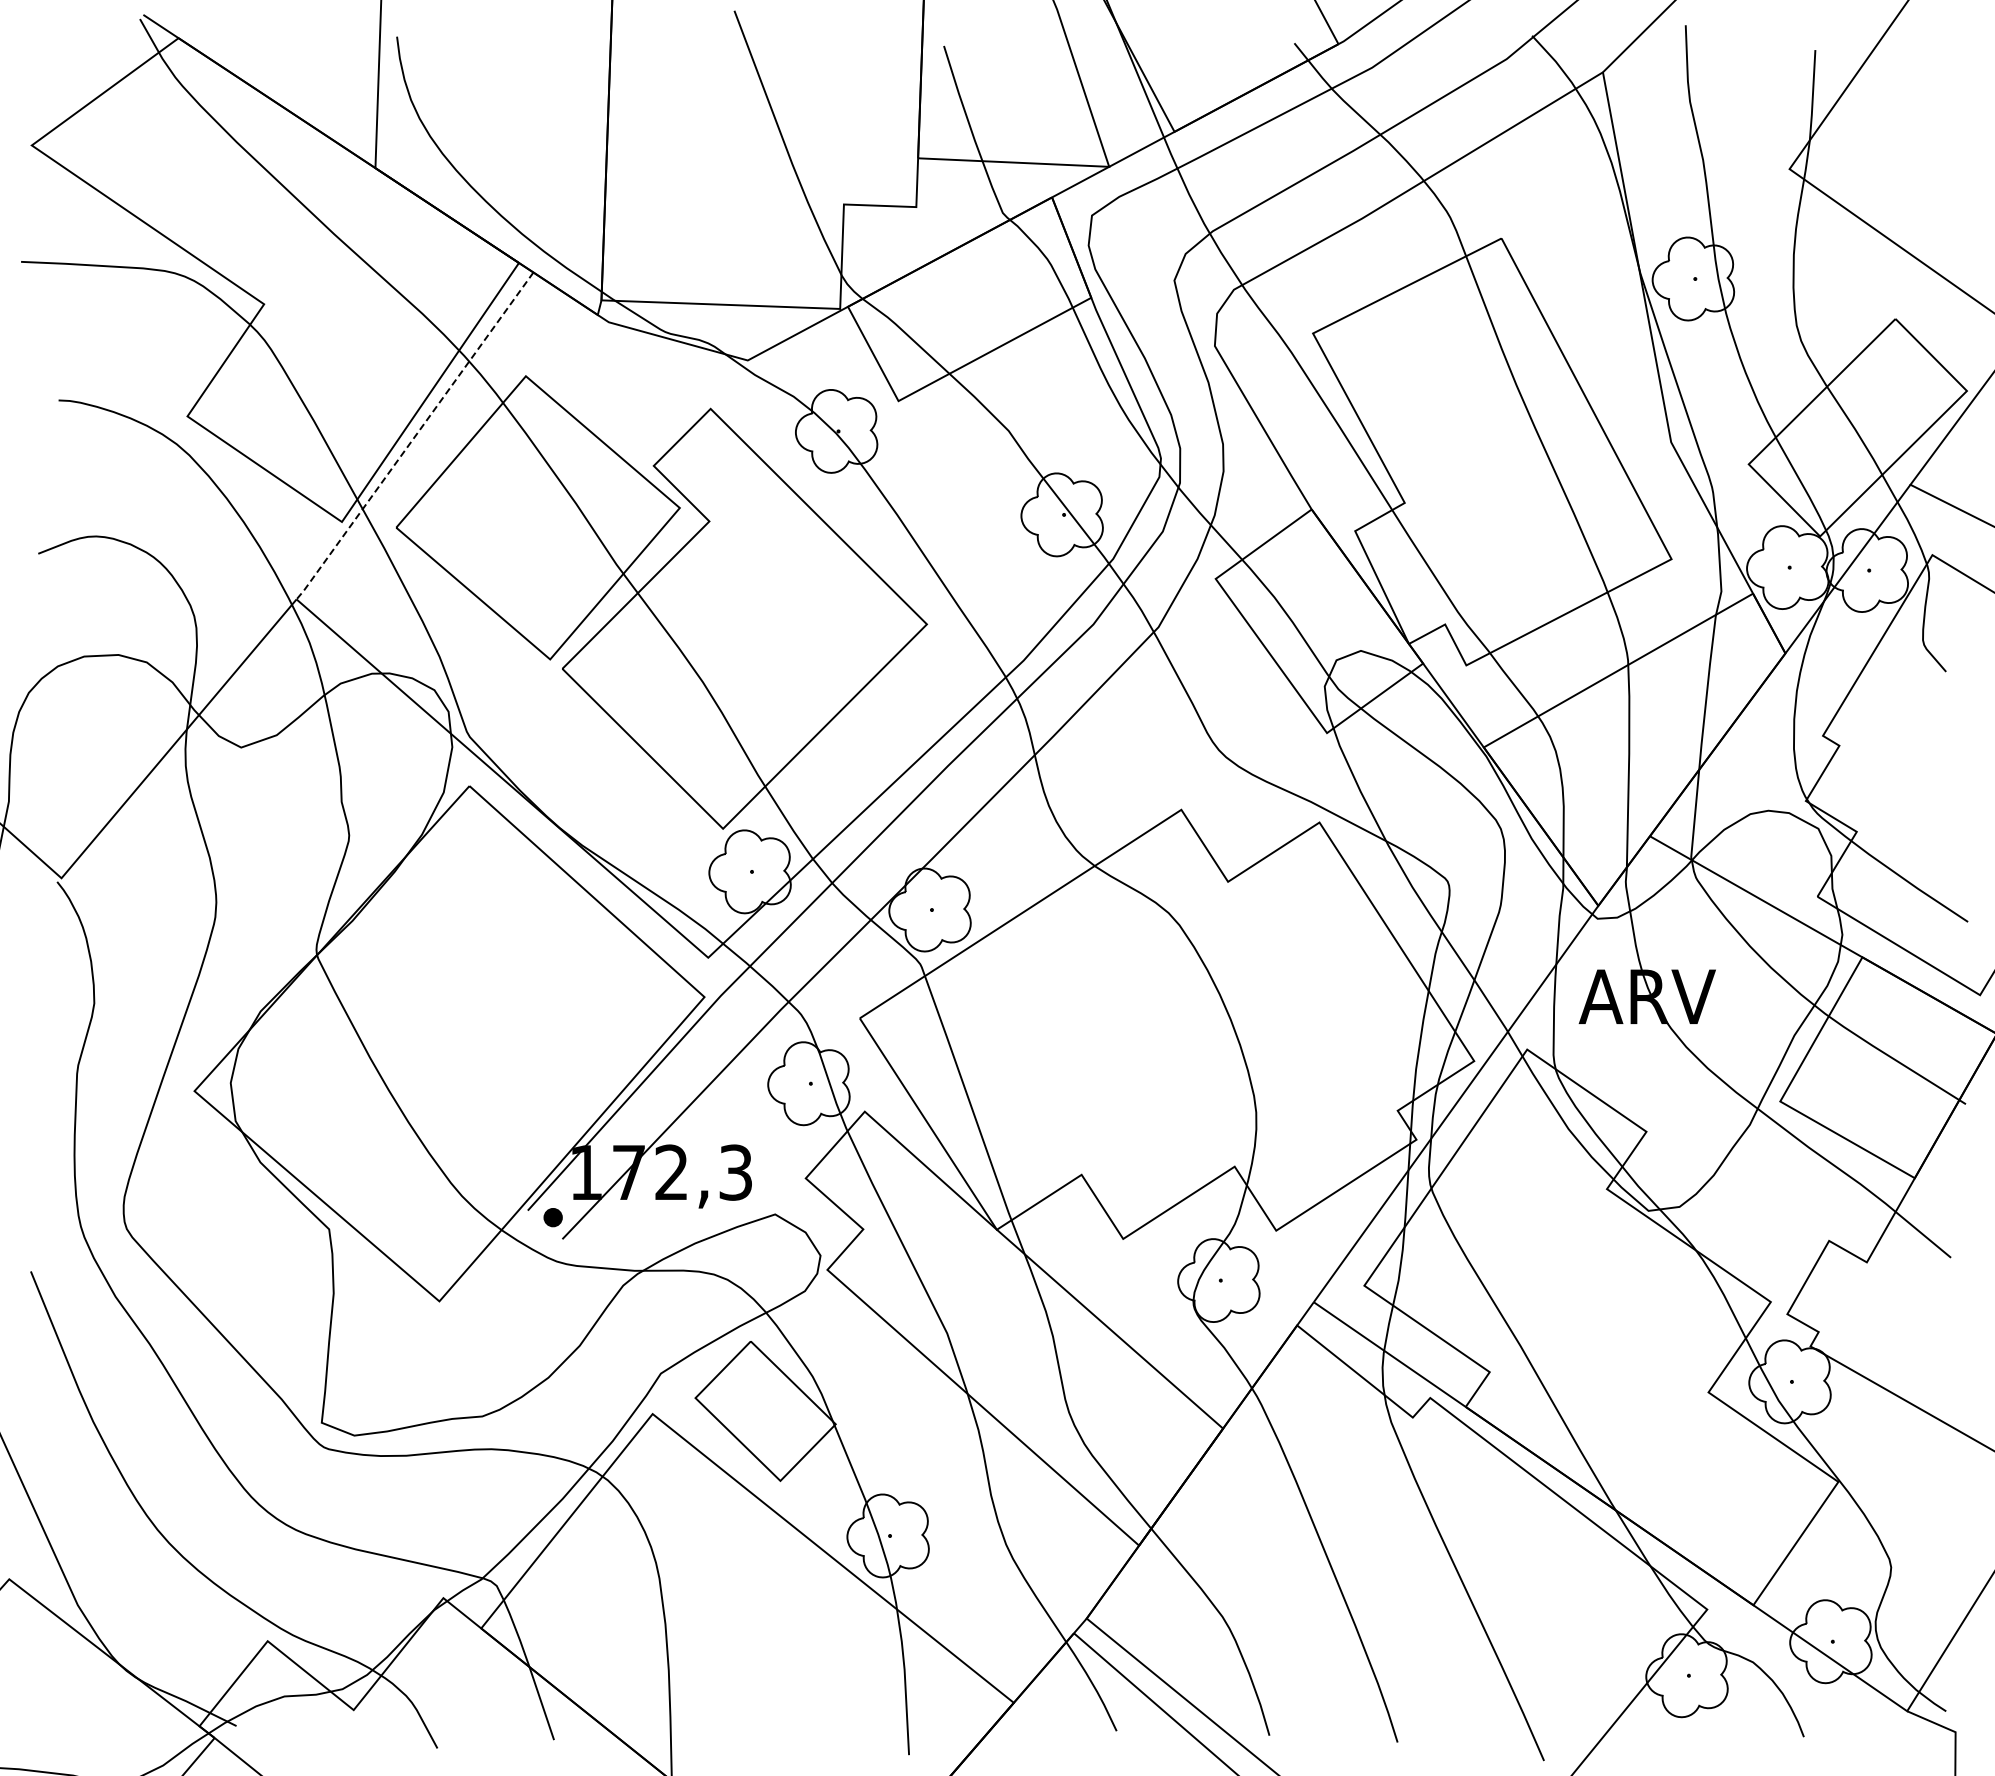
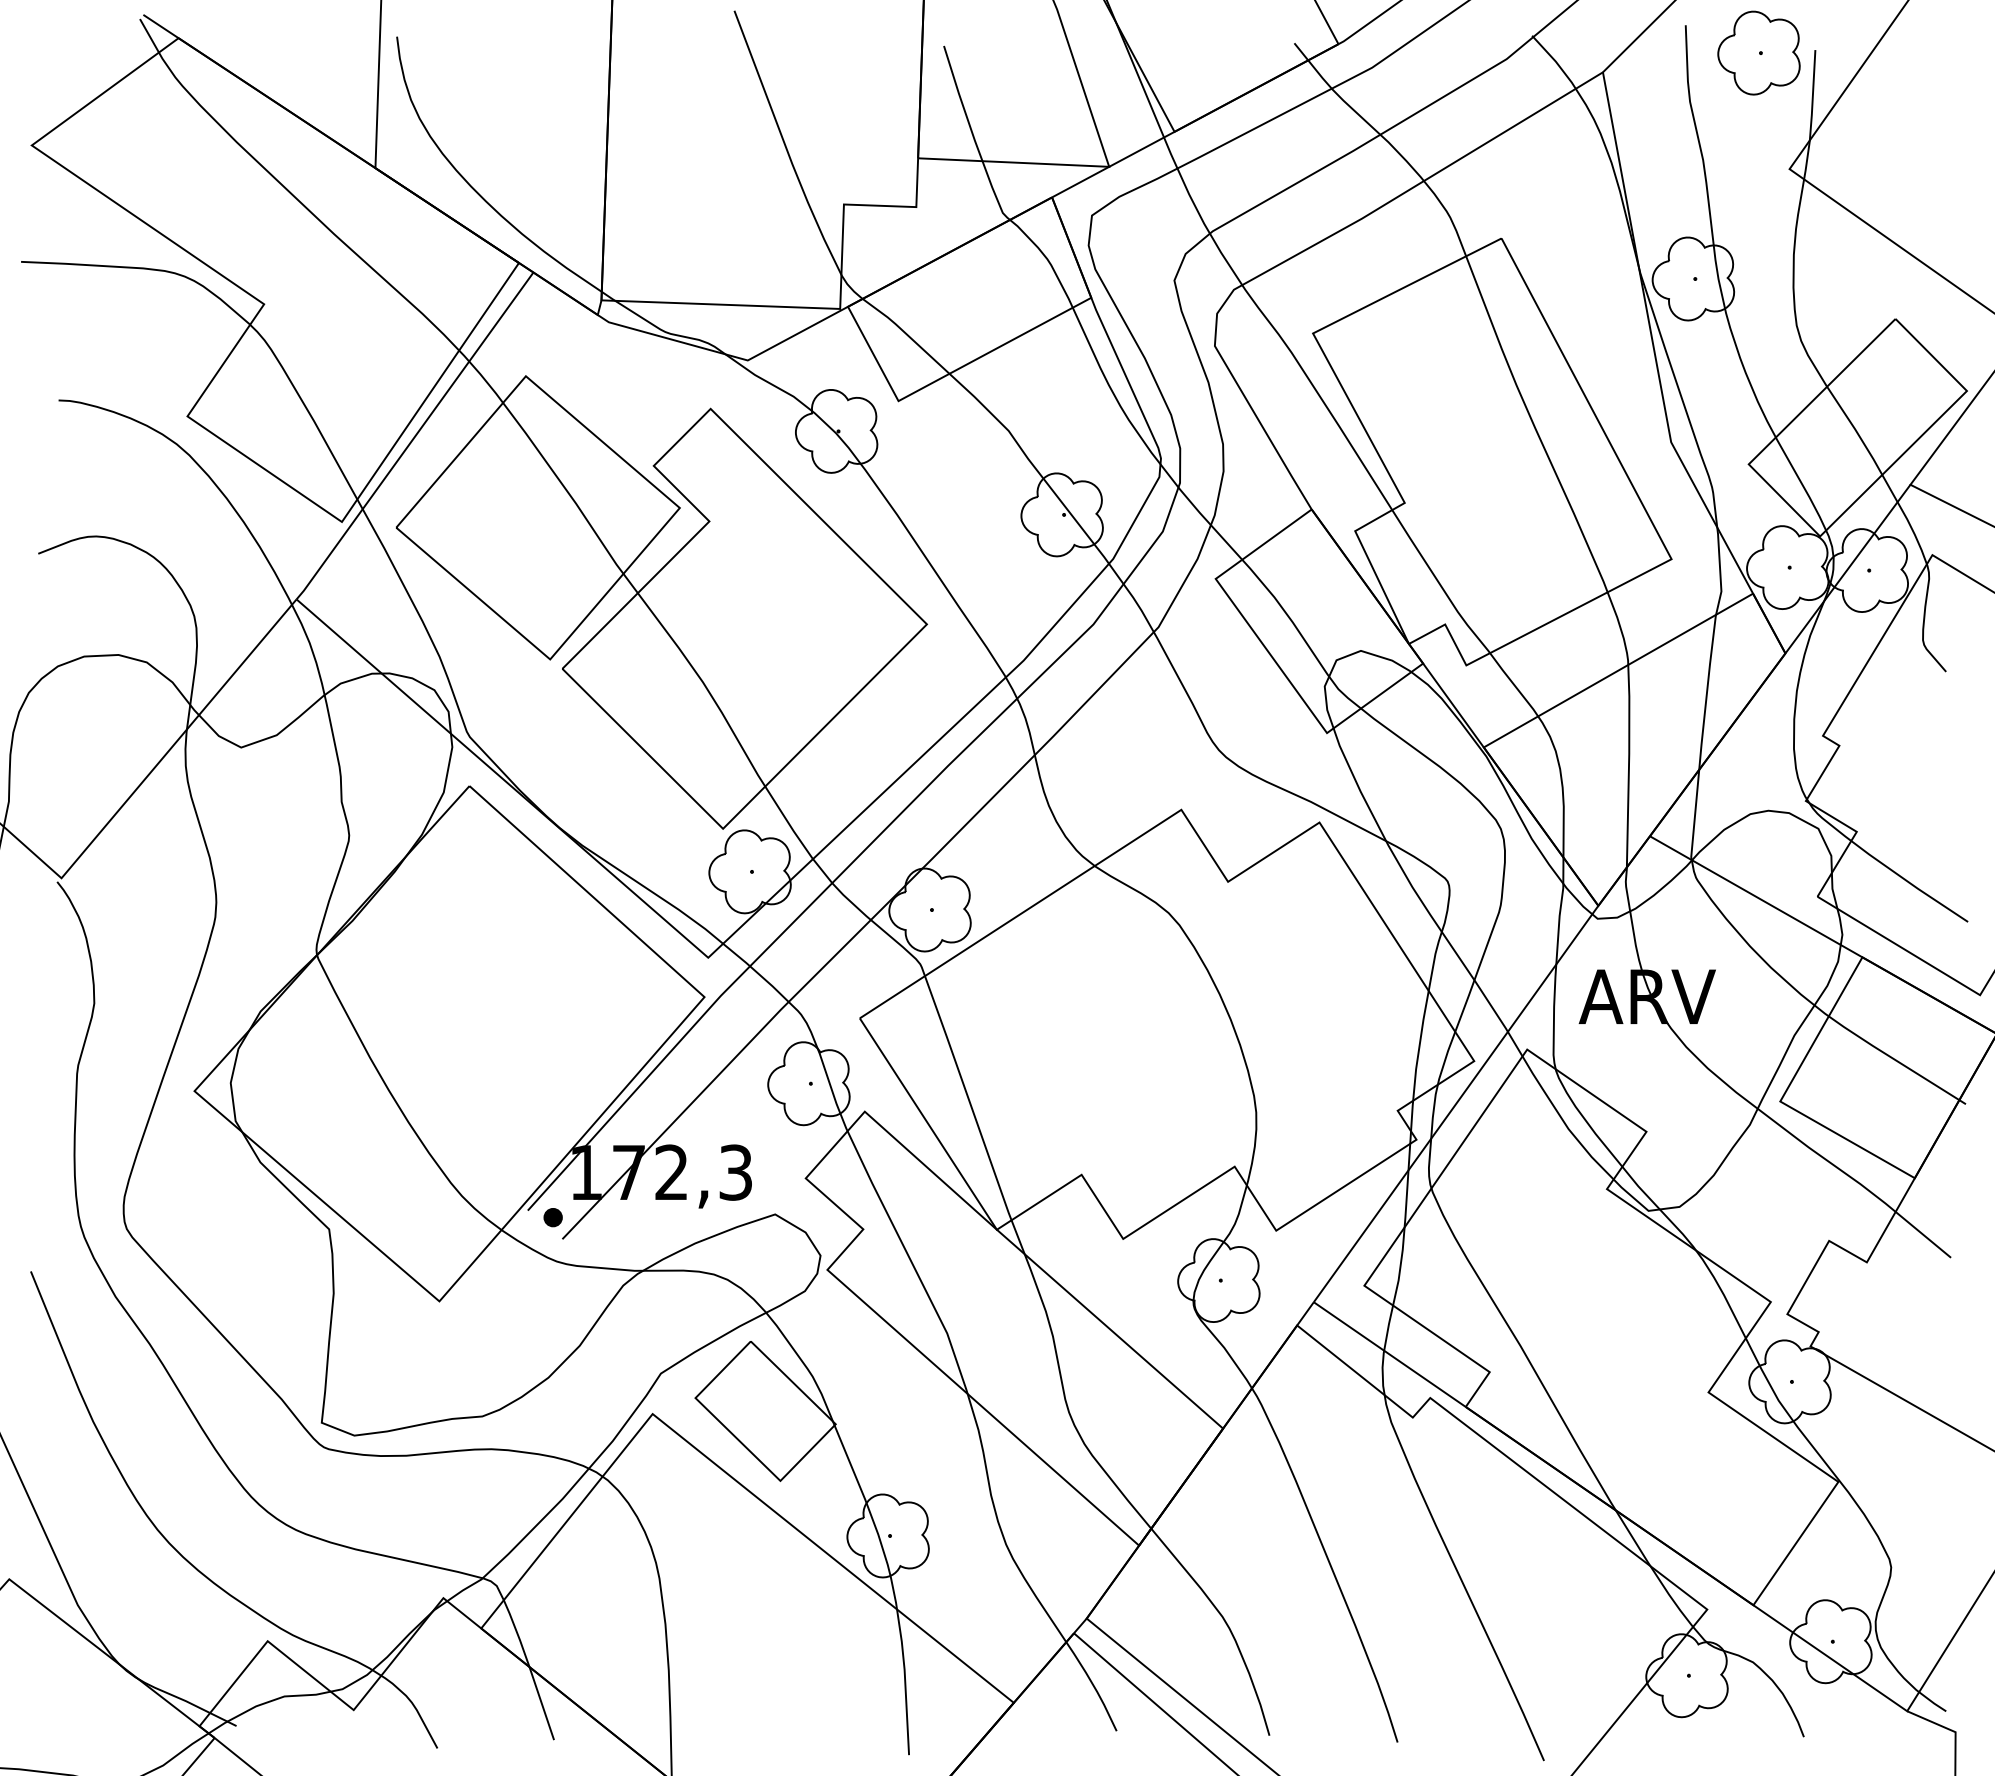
part at (1758, 52): none -> present
line at (414, 436): dashed -> solid
